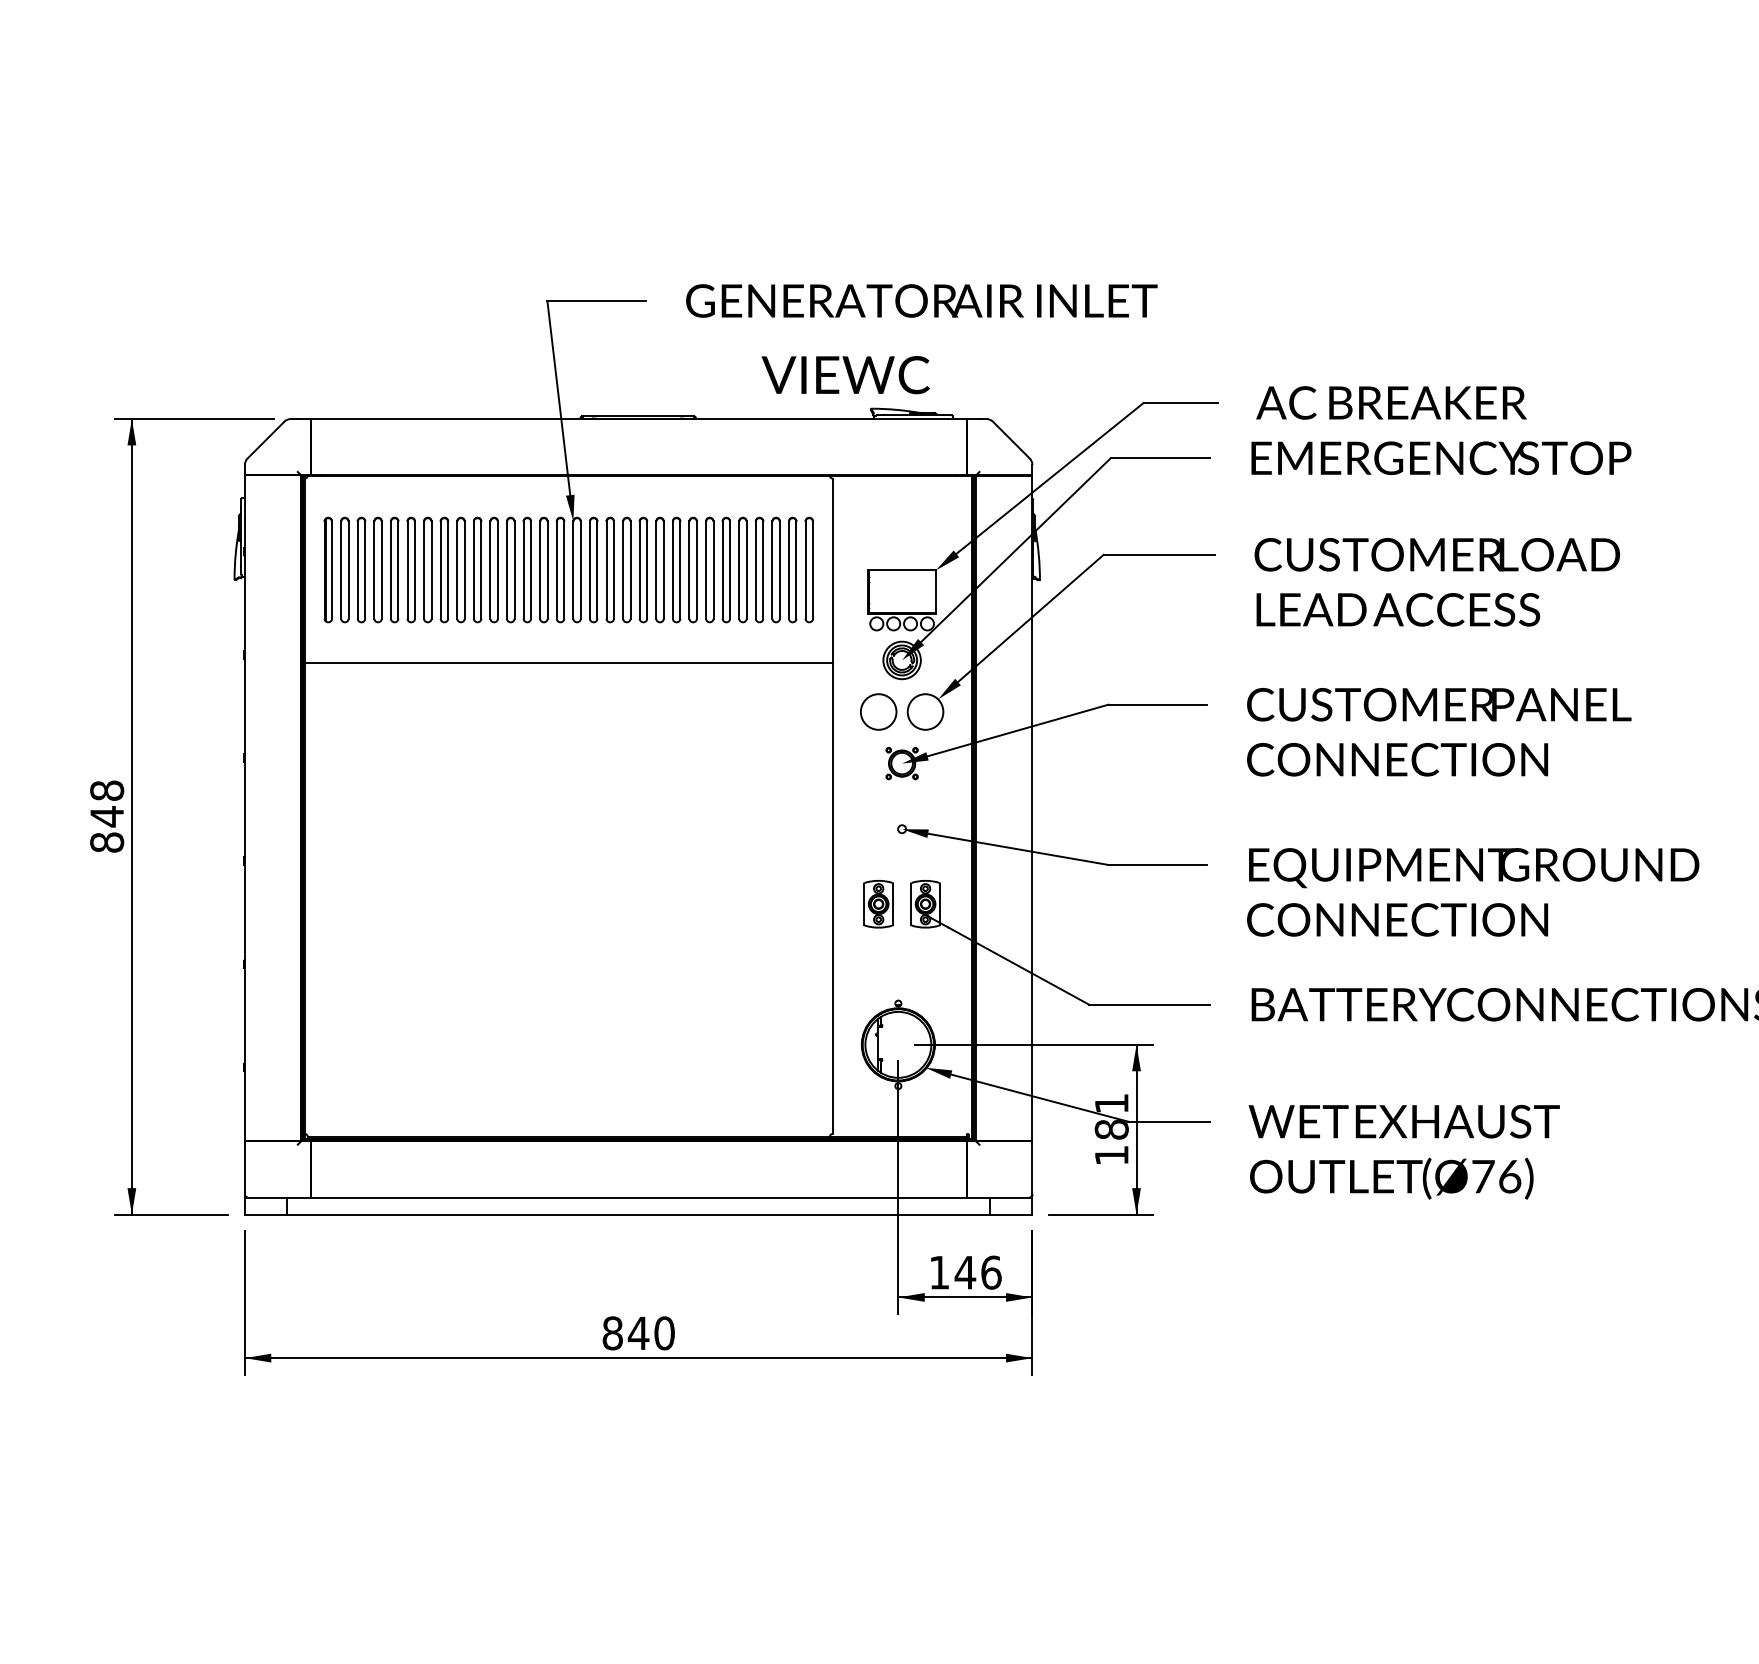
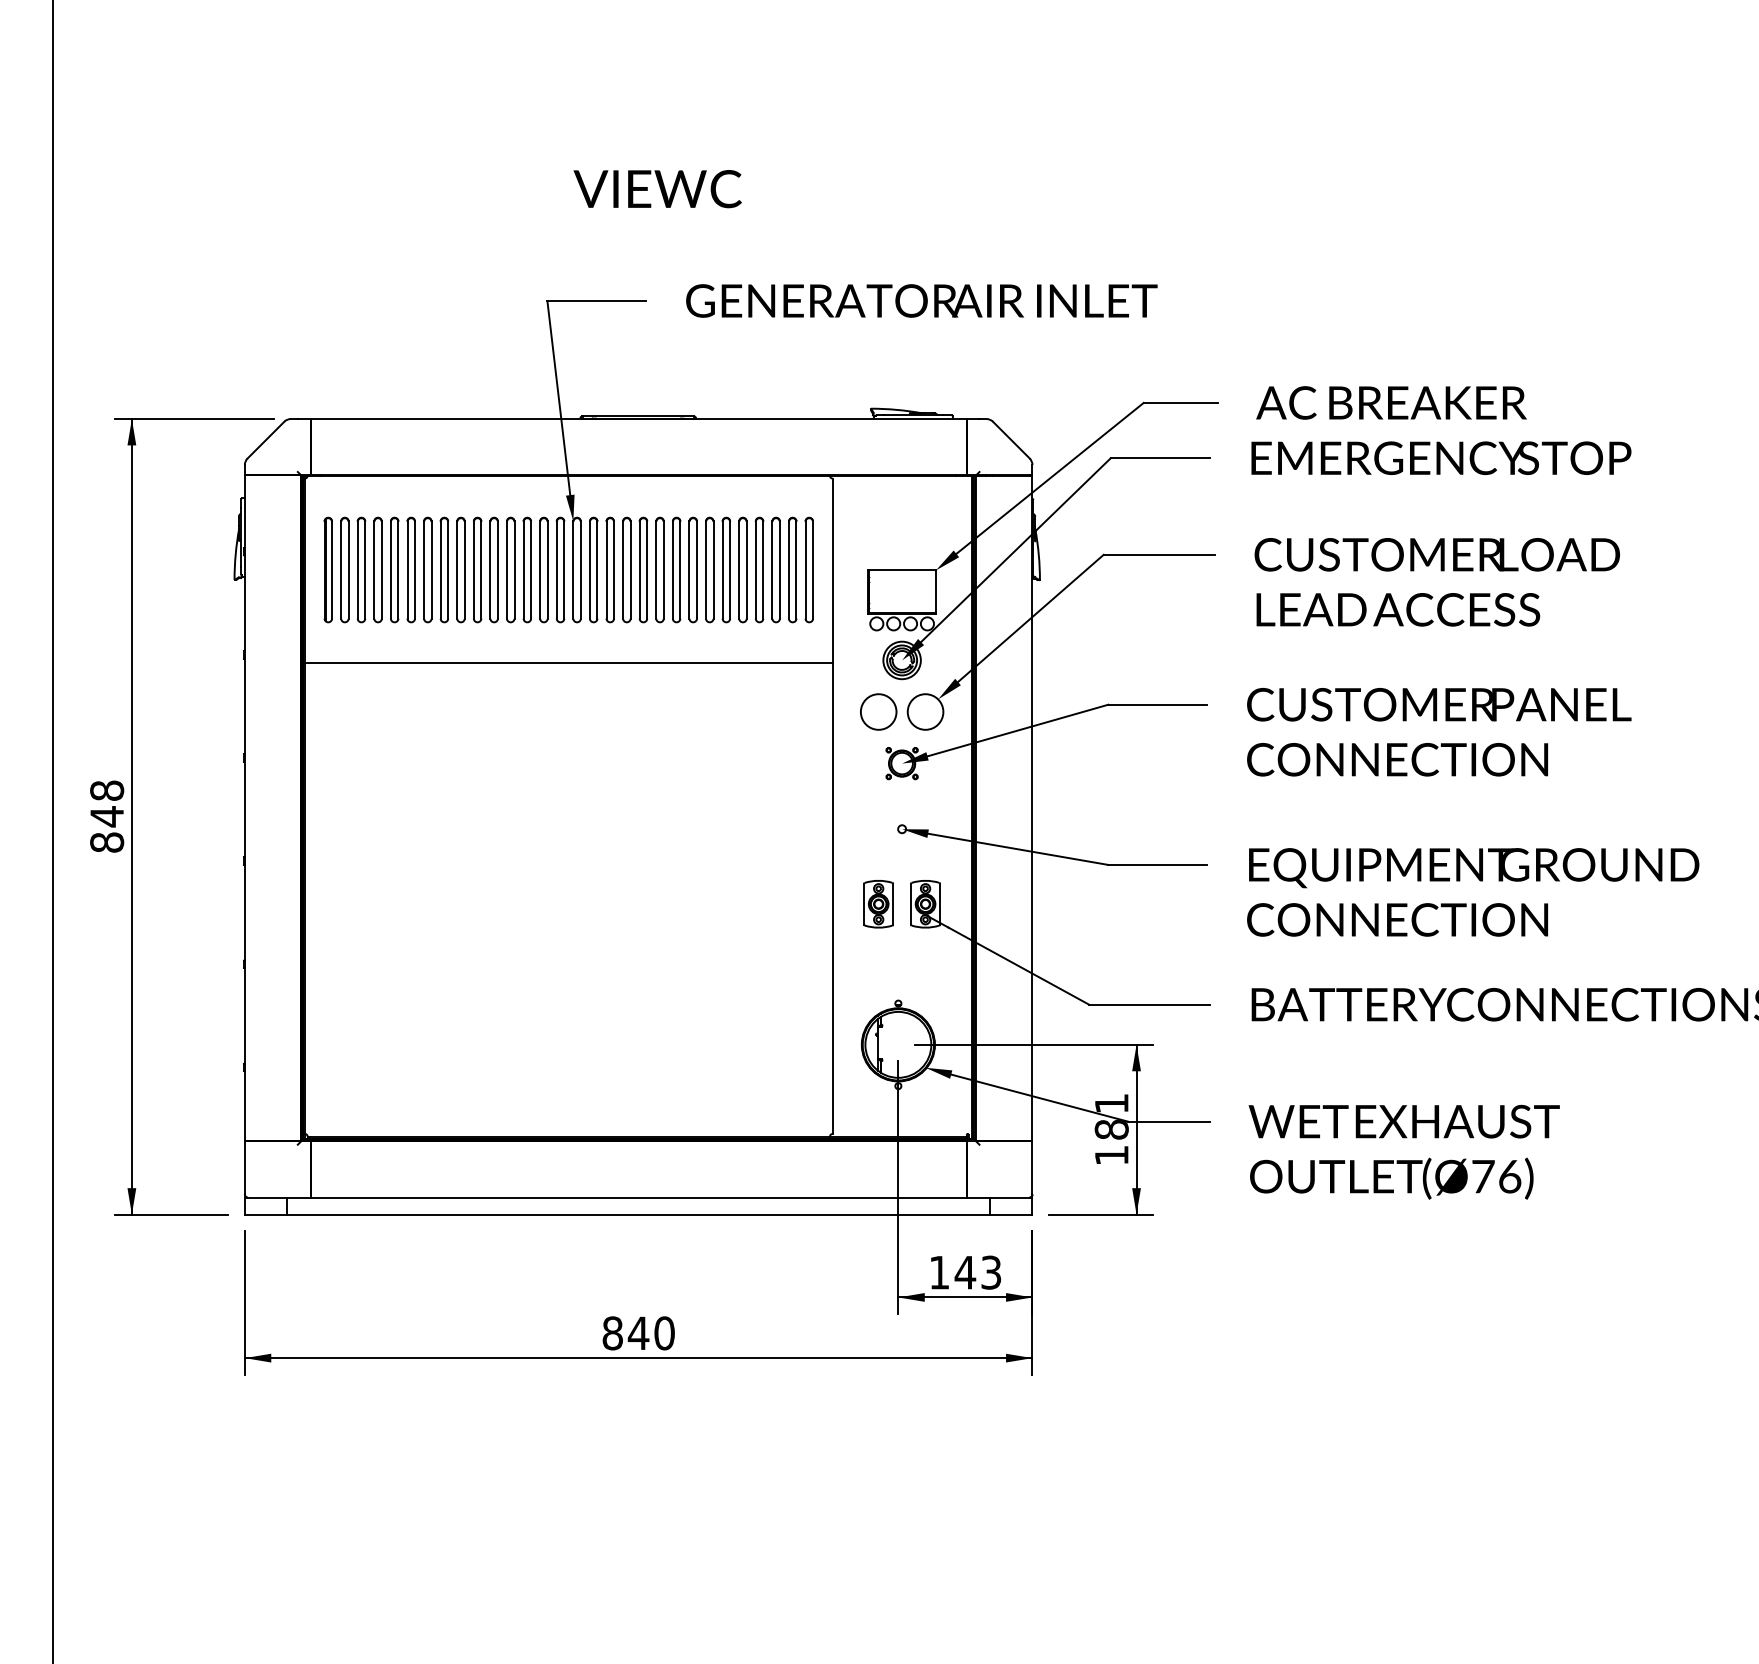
text at (845, 375) position: (845, 375) -> (657, 189)
line at (52, 831): none -> present
text at (991, 1272): 146 -> 143
